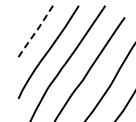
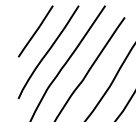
line at (36, 31): dashed -> solid
